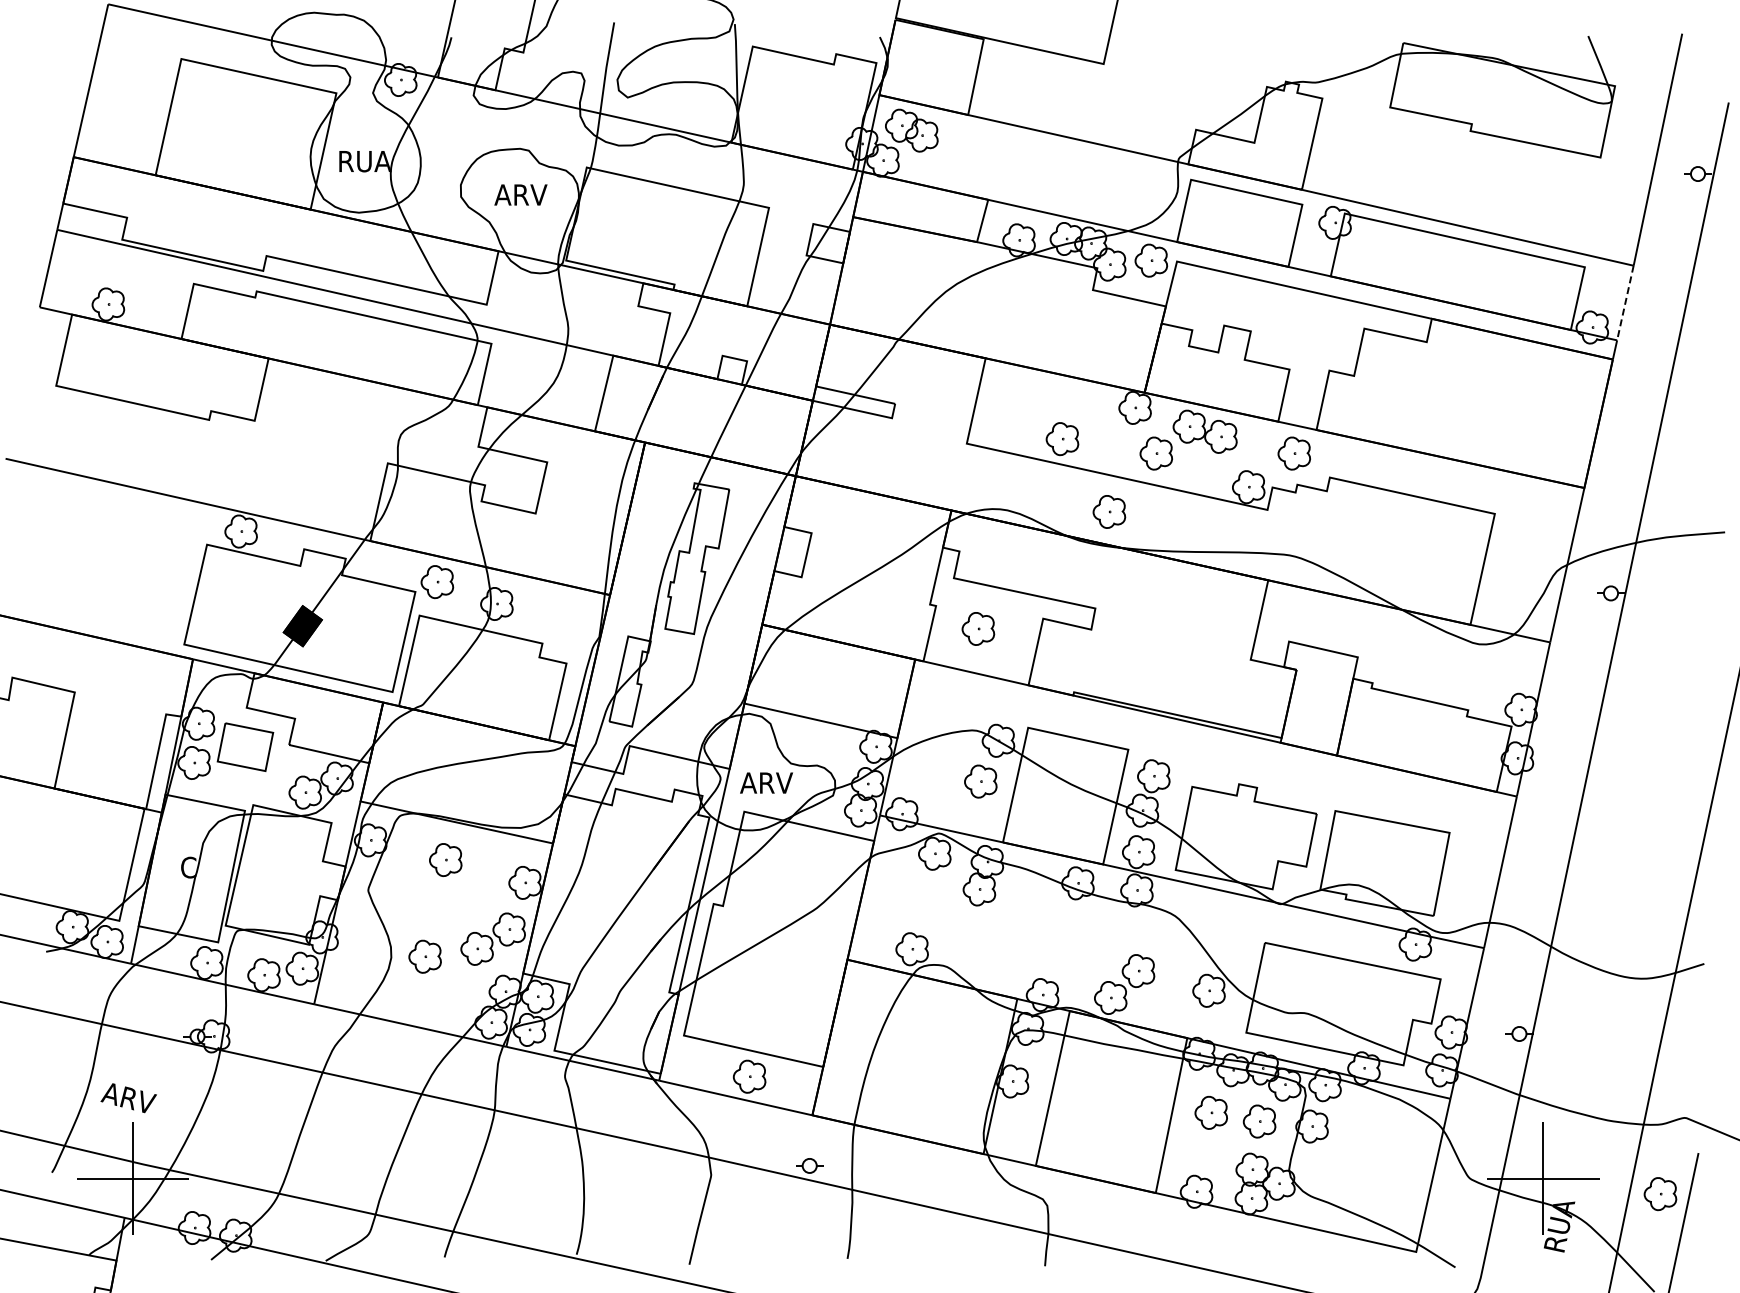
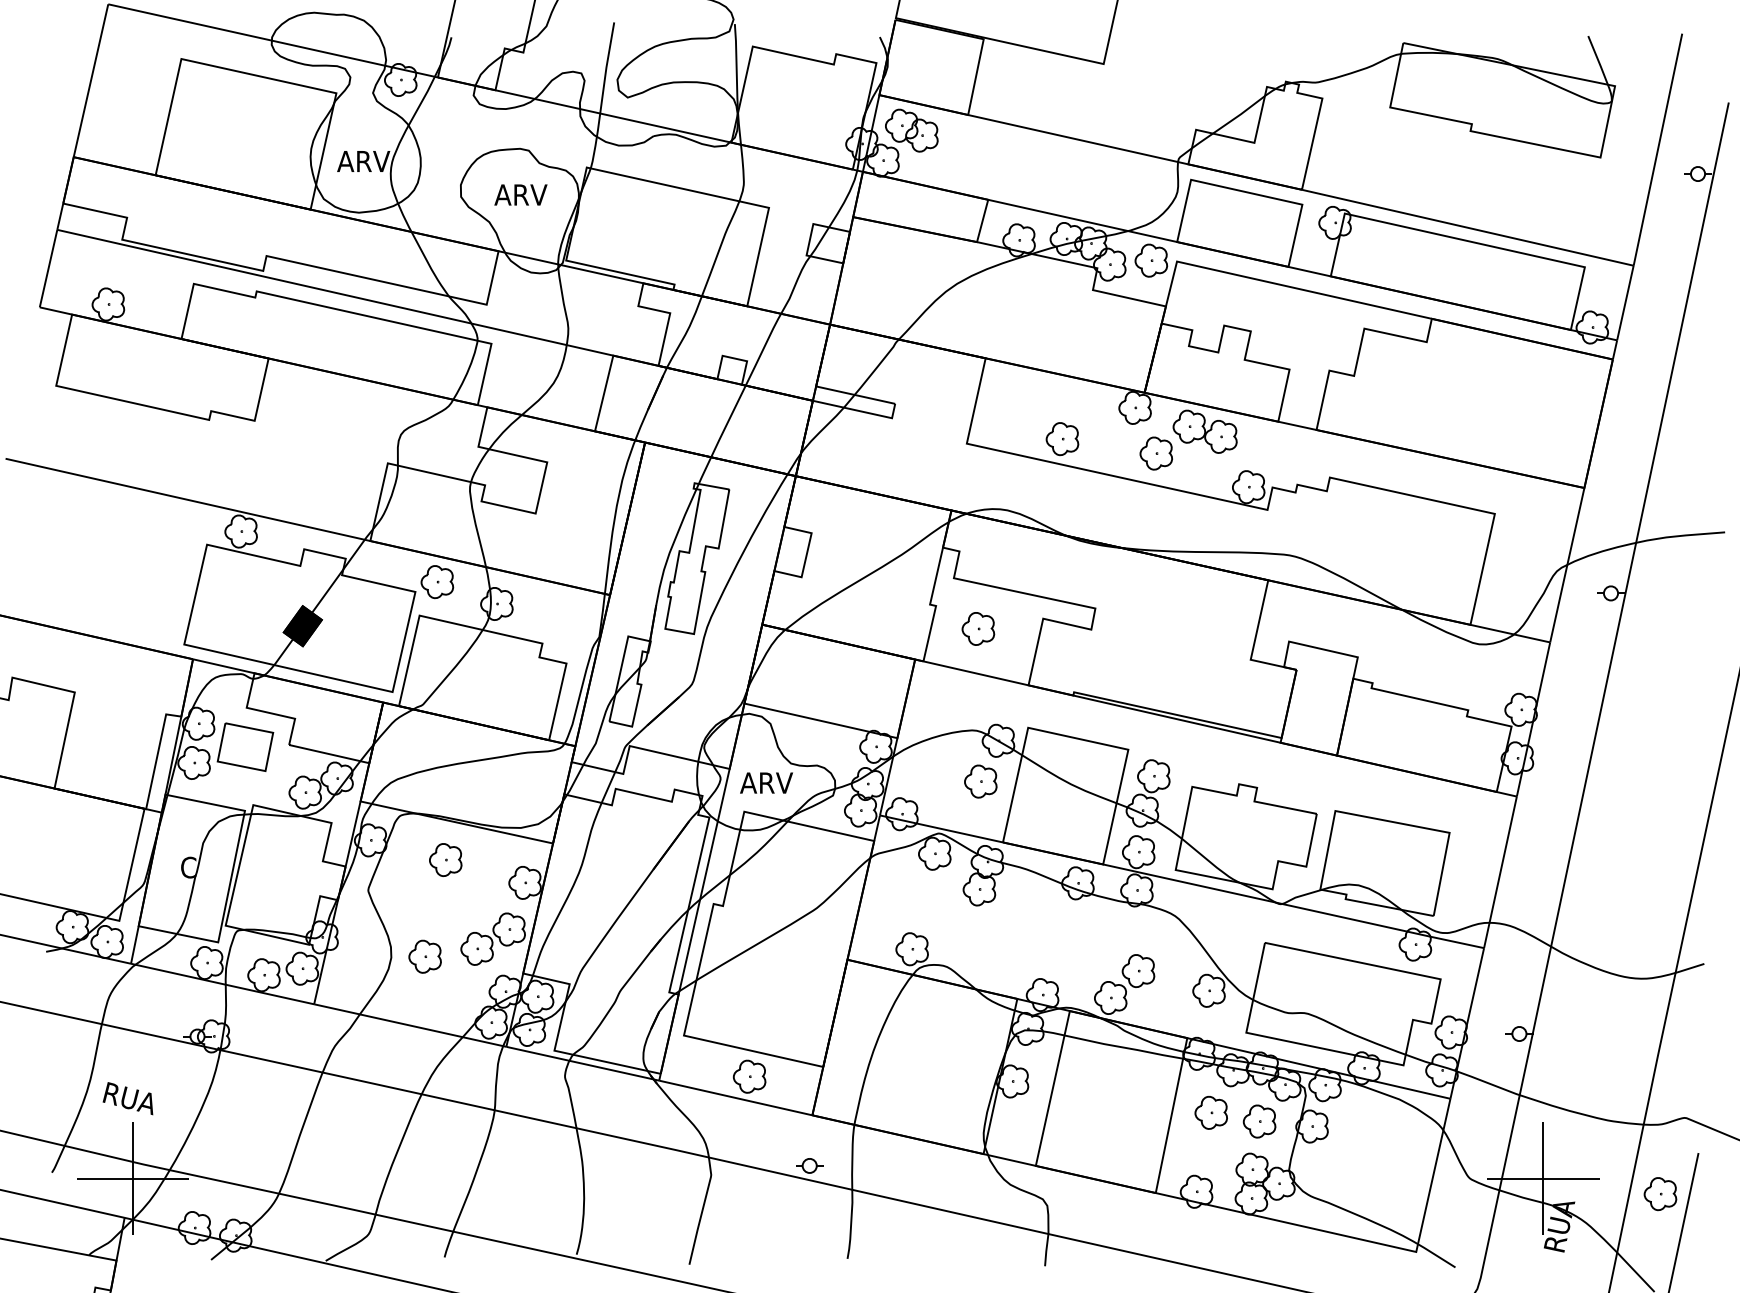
text at (363, 161): RUA -> ARV
line at (1625, 303): dashed -> solid
part at (1293, 453): present -> none
part at (1109, 511): present -> none
text at (128, 1098): ARV -> RUA
